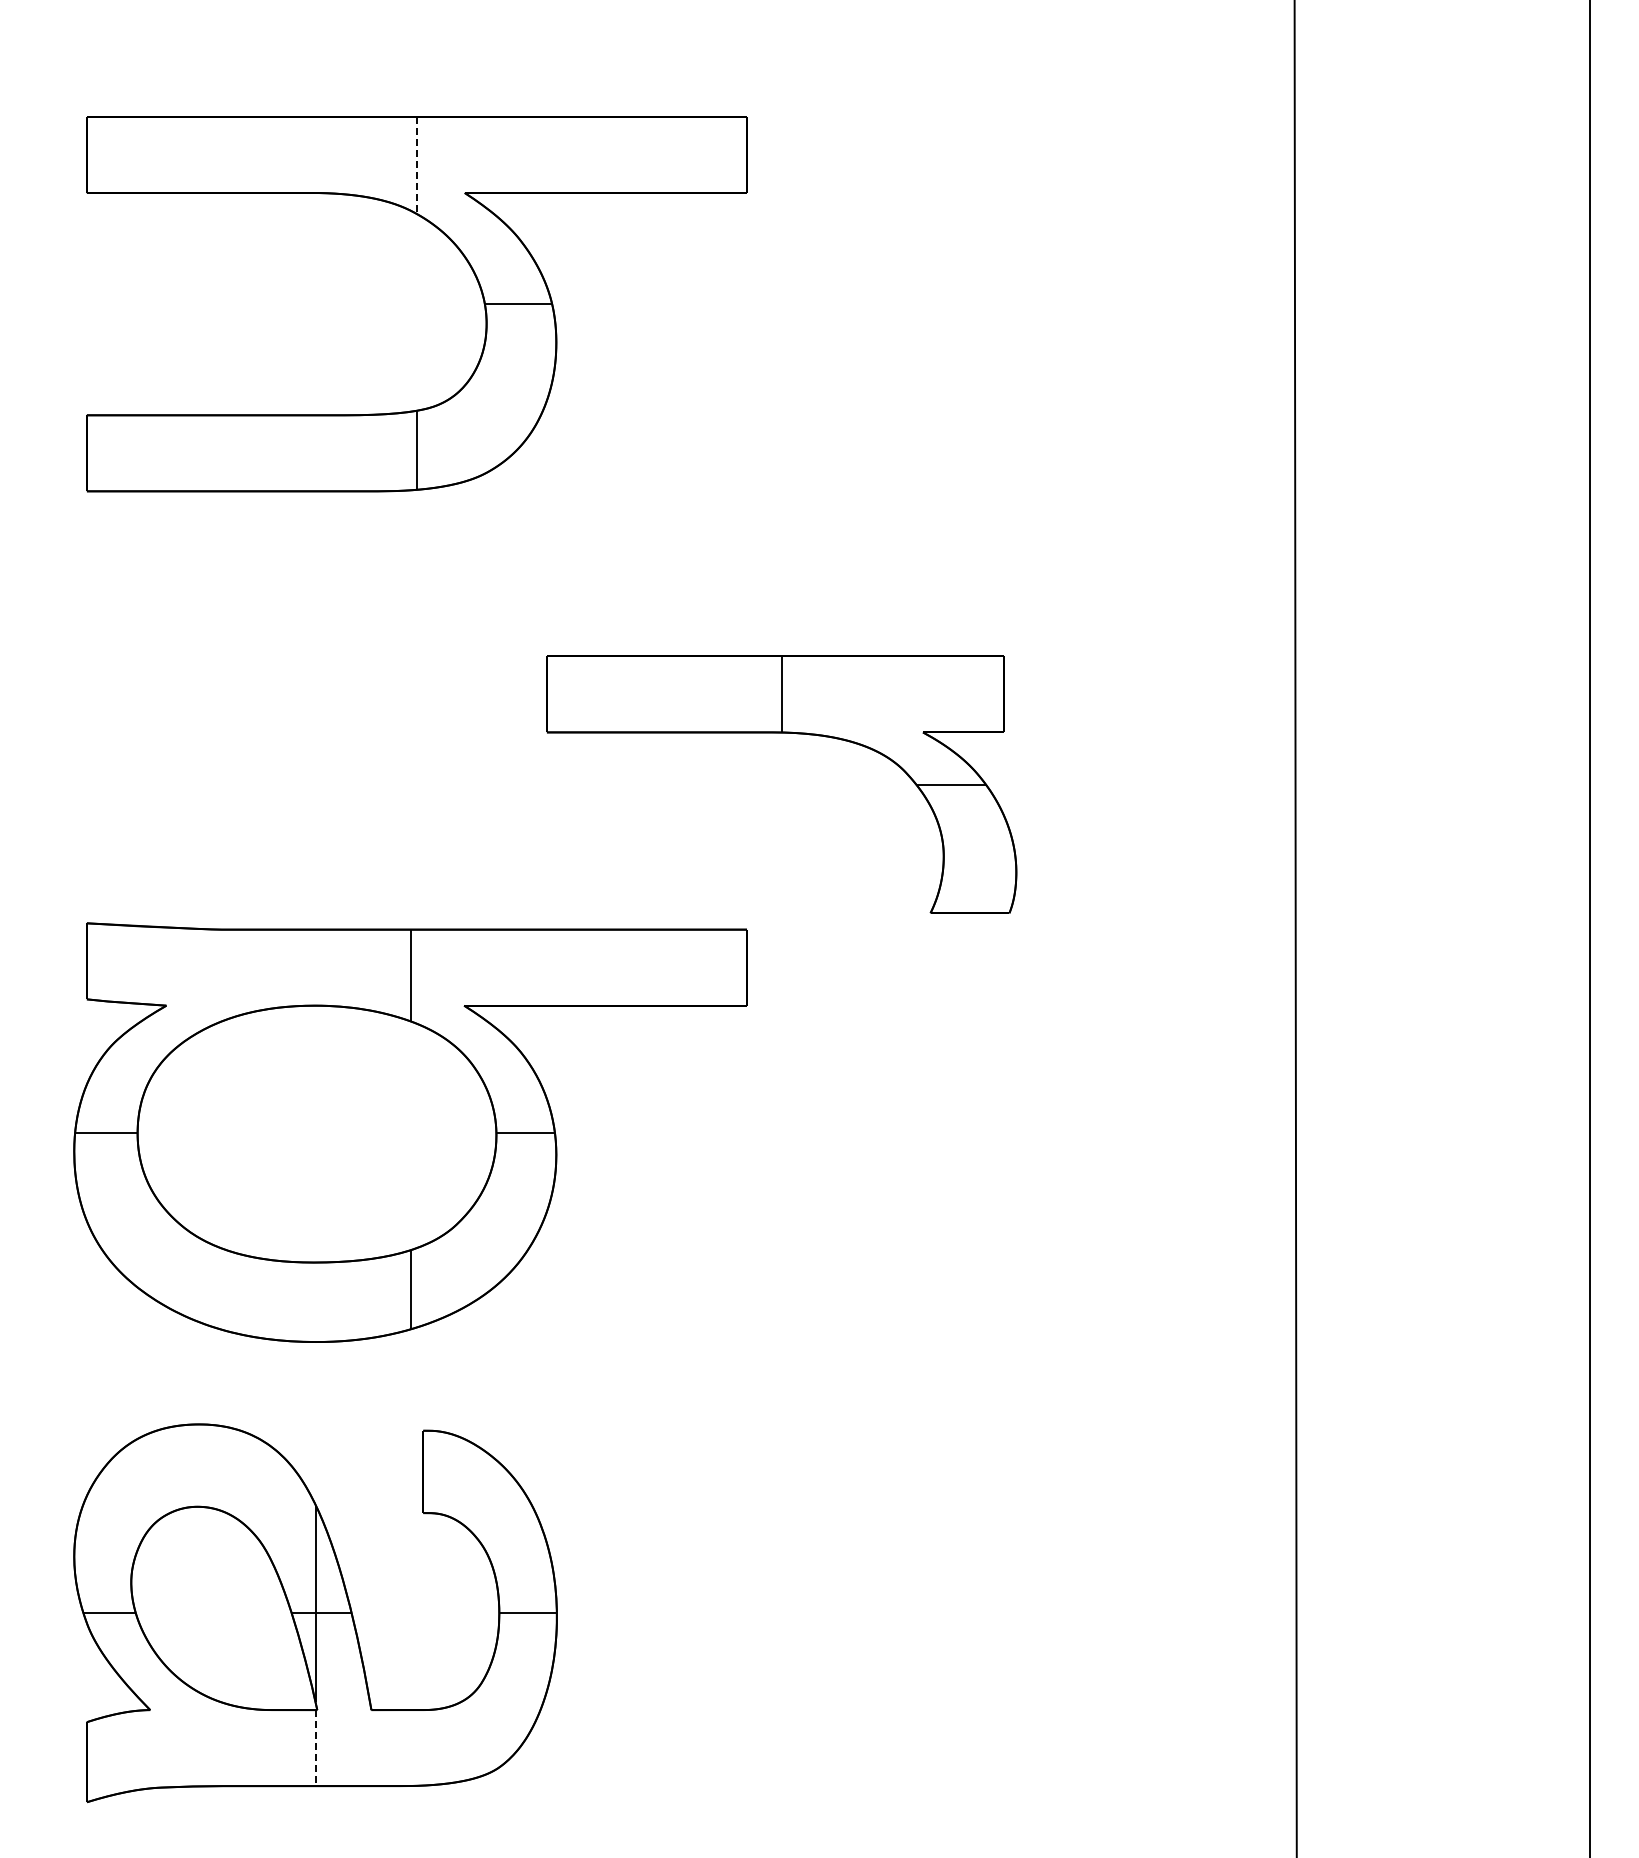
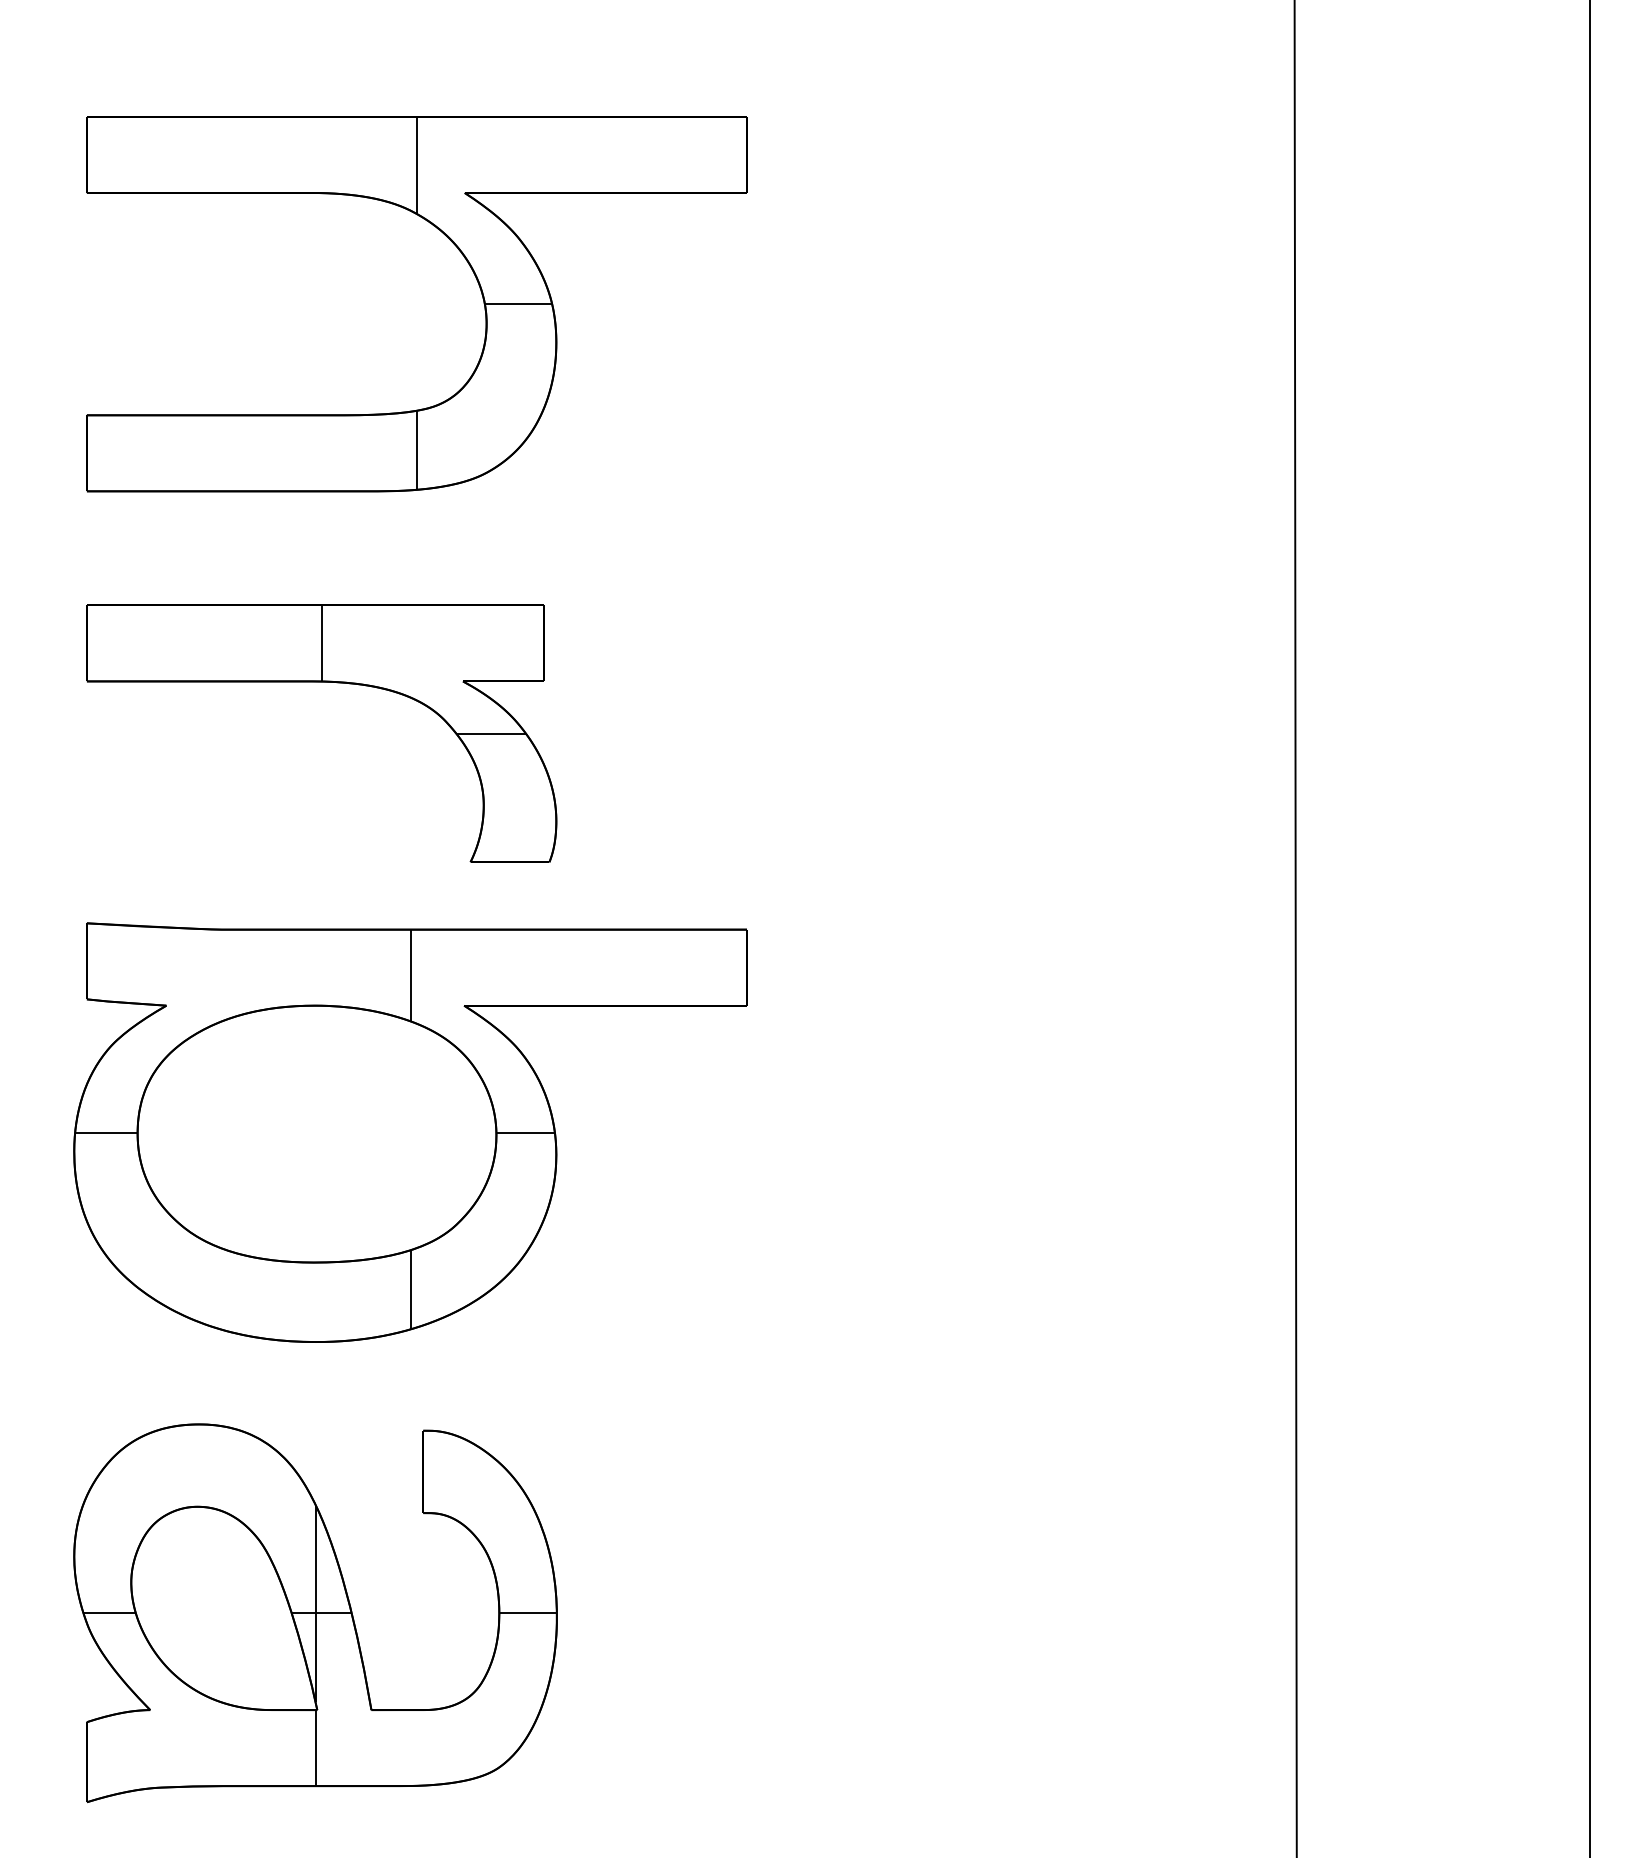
line at (416, 165): dashed -> solid
part at (781, 733) position: (781, 733) -> (321, 682)
line at (315, 1748): dashed -> solid
